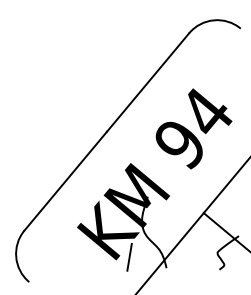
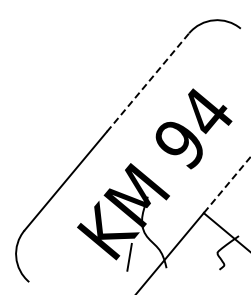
line at (148, 82): solid -> dashed
line at (227, 184): solid -> dashed
